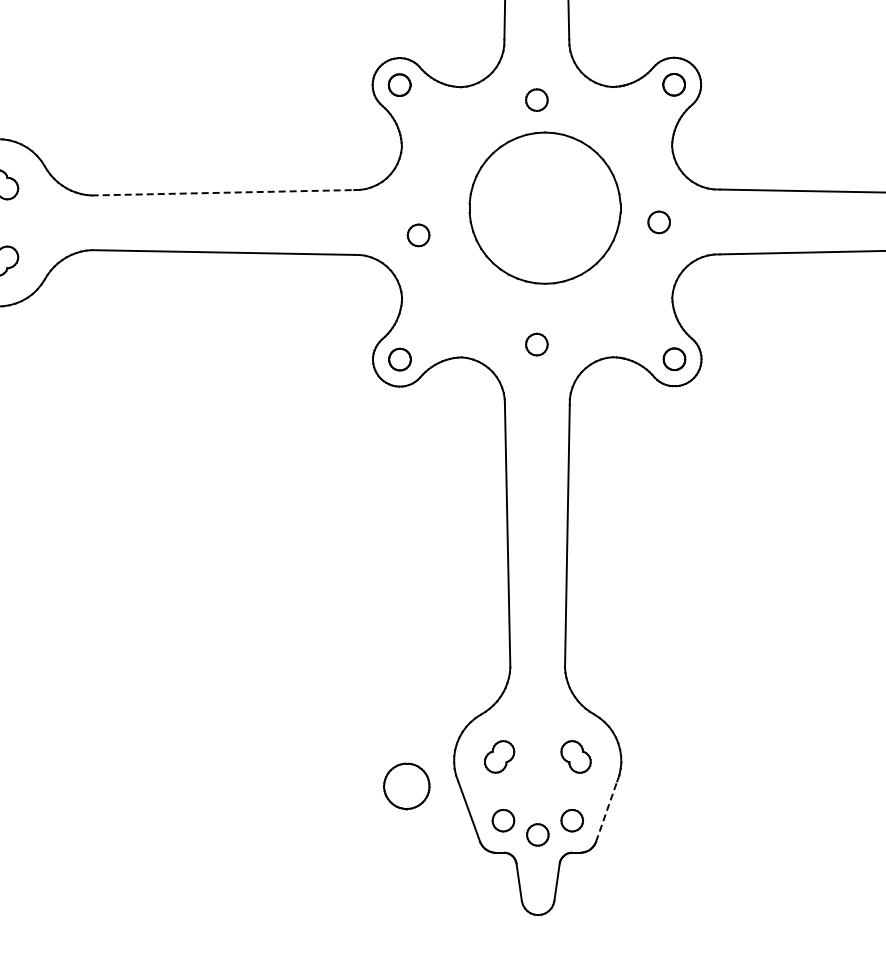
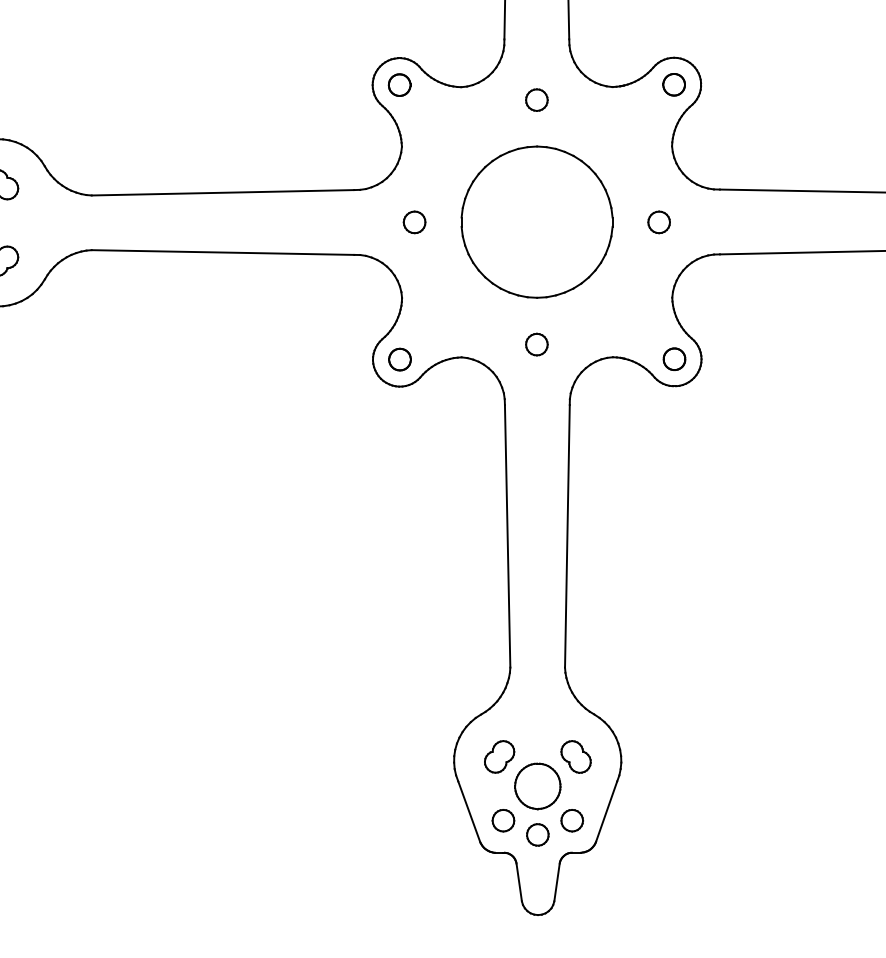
line at (223, 192): dashed -> solid
part at (544, 207) position: (544, 207) -> (536, 221)
part at (418, 235) position: (418, 235) -> (414, 222)
part at (406, 786) position: (406, 786) -> (537, 786)
line at (606, 811): dashed -> solid
